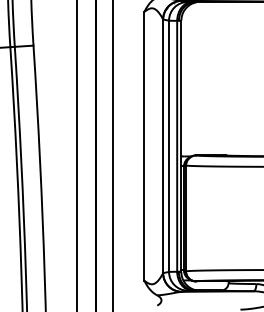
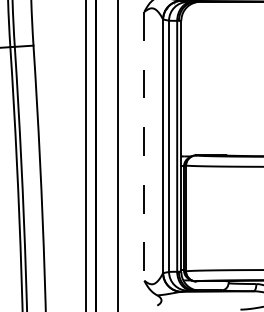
line at (144, 146): solid -> dashed
line at (77, 155) position: (77, 155) -> (86, 155)
line at (113, 155) position: (113, 155) -> (118, 155)
